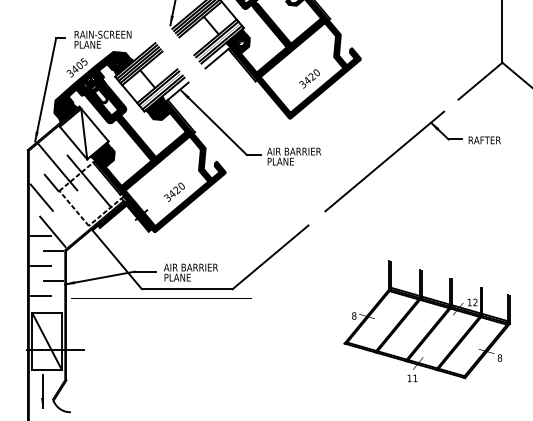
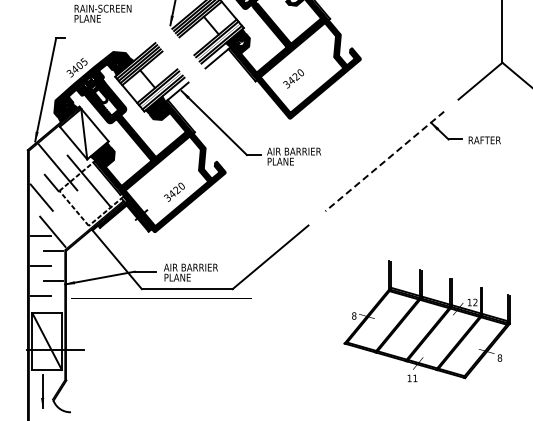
text at (102, 39) position: (102, 39) -> (102, 13)
text at (309, 78) position: (309, 78) -> (293, 78)
line at (384, 161): solid -> dashed
